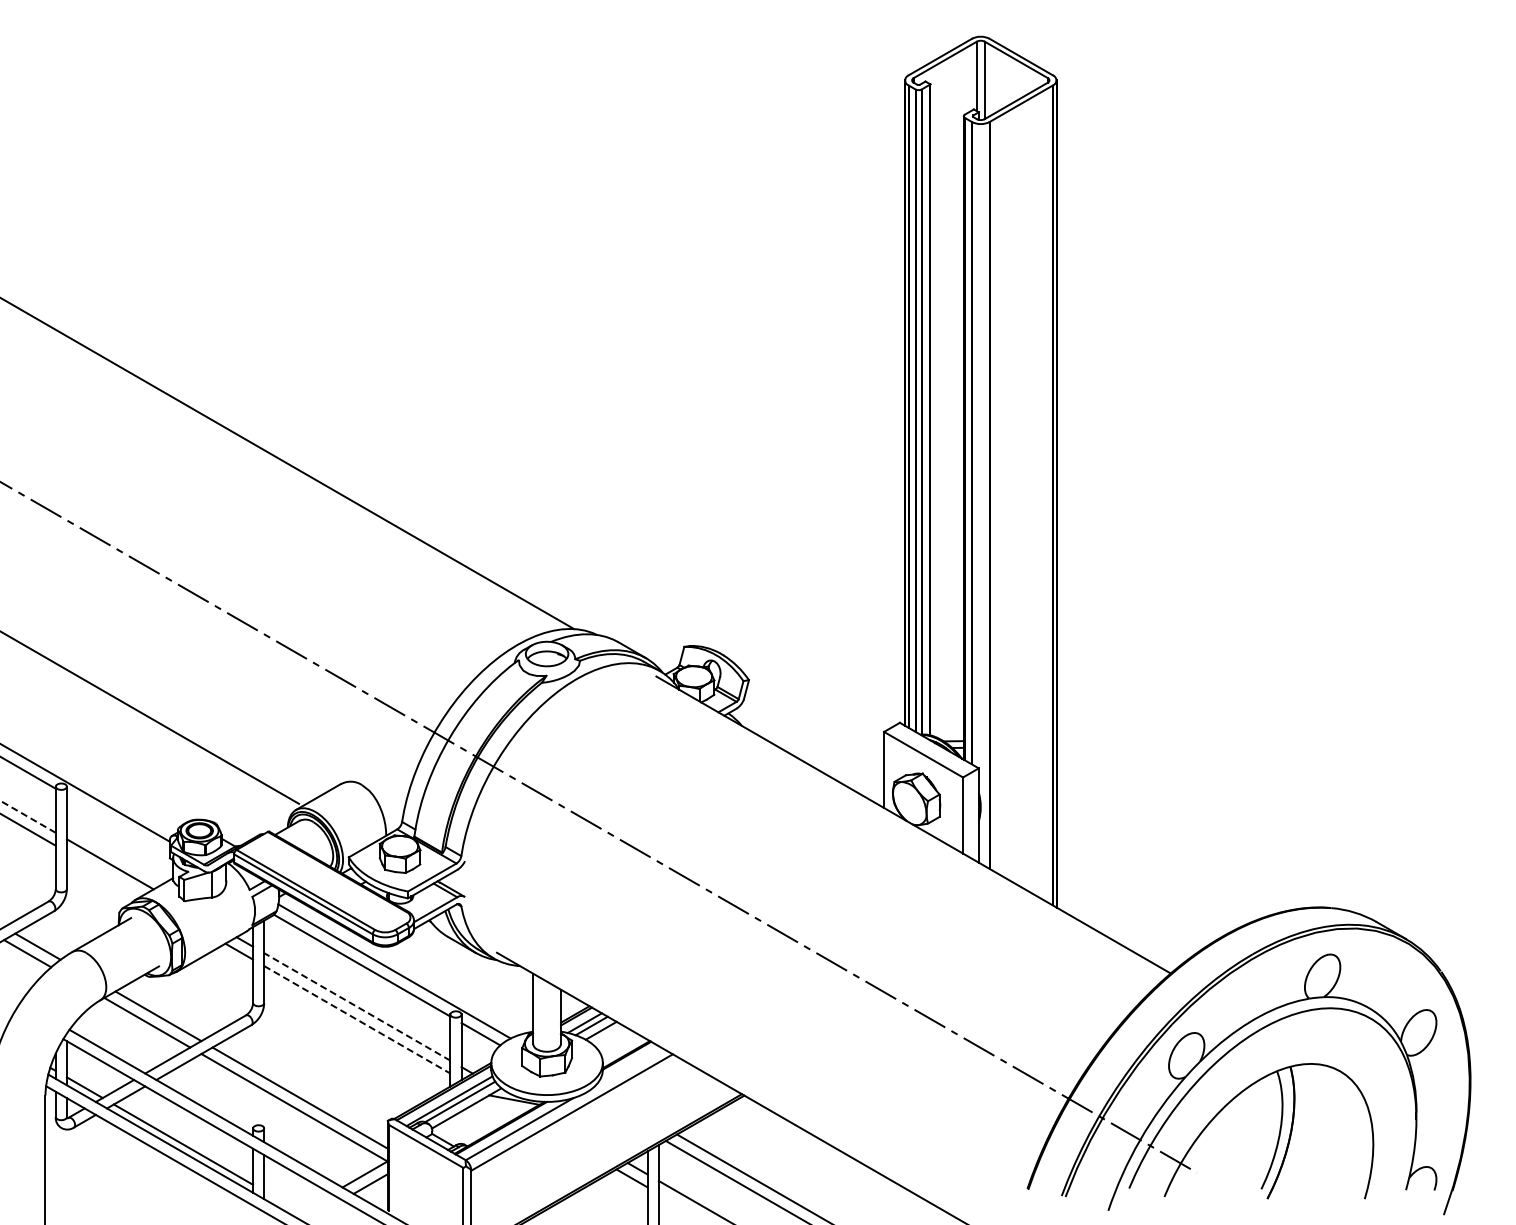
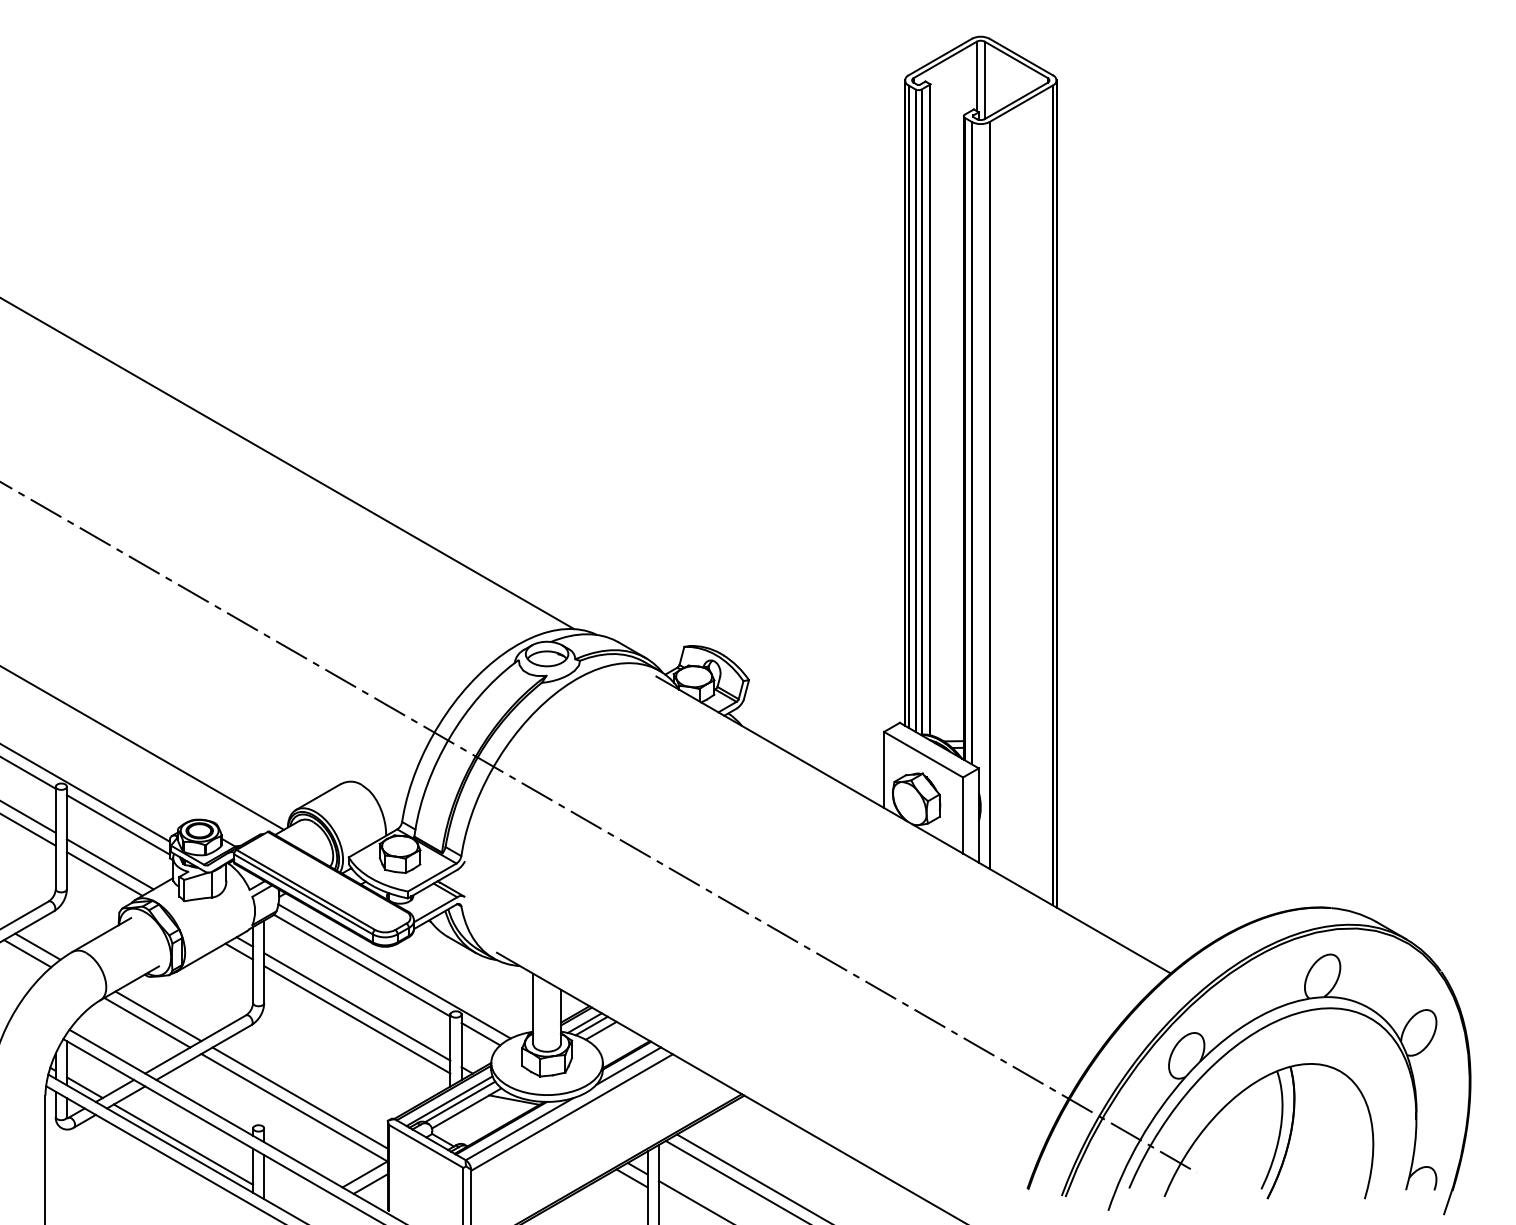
line at (150, 717) position: (150, 717) -> (142, 748)
line at (28, 816): dashed -> solid
line at (117, 824): none -> present
line at (104, 873): none -> present
line at (356, 1006): dashed -> solid
line at (357, 1020): dashed -> solid
line at (628, 1065): none -> present
